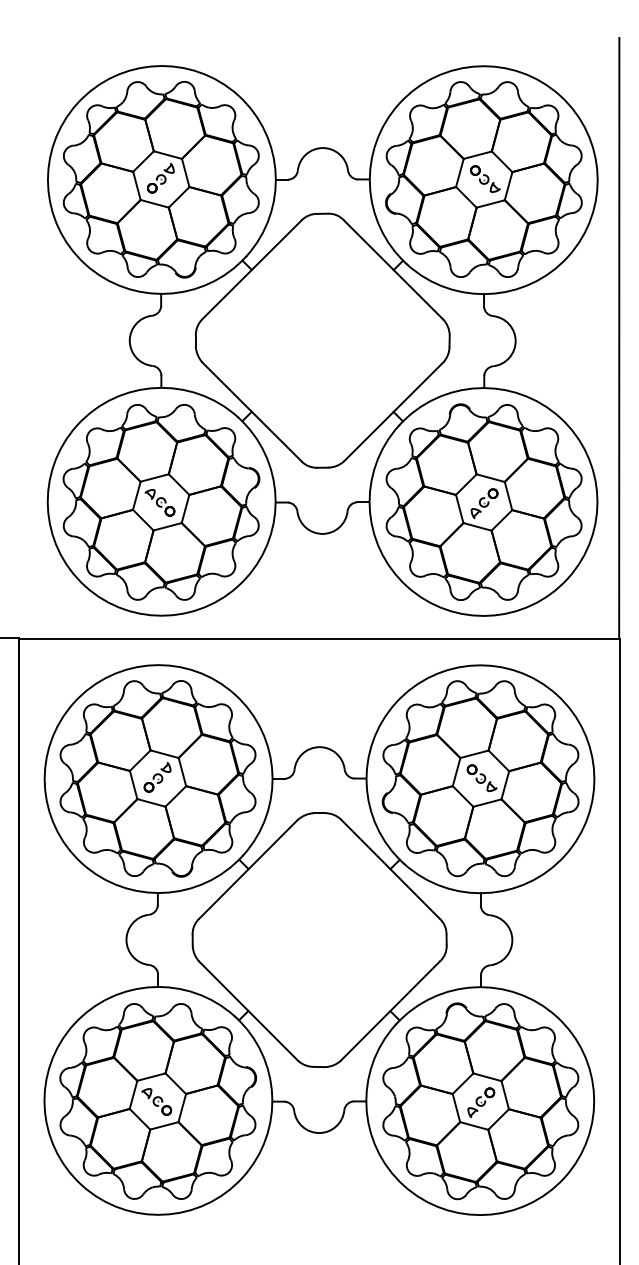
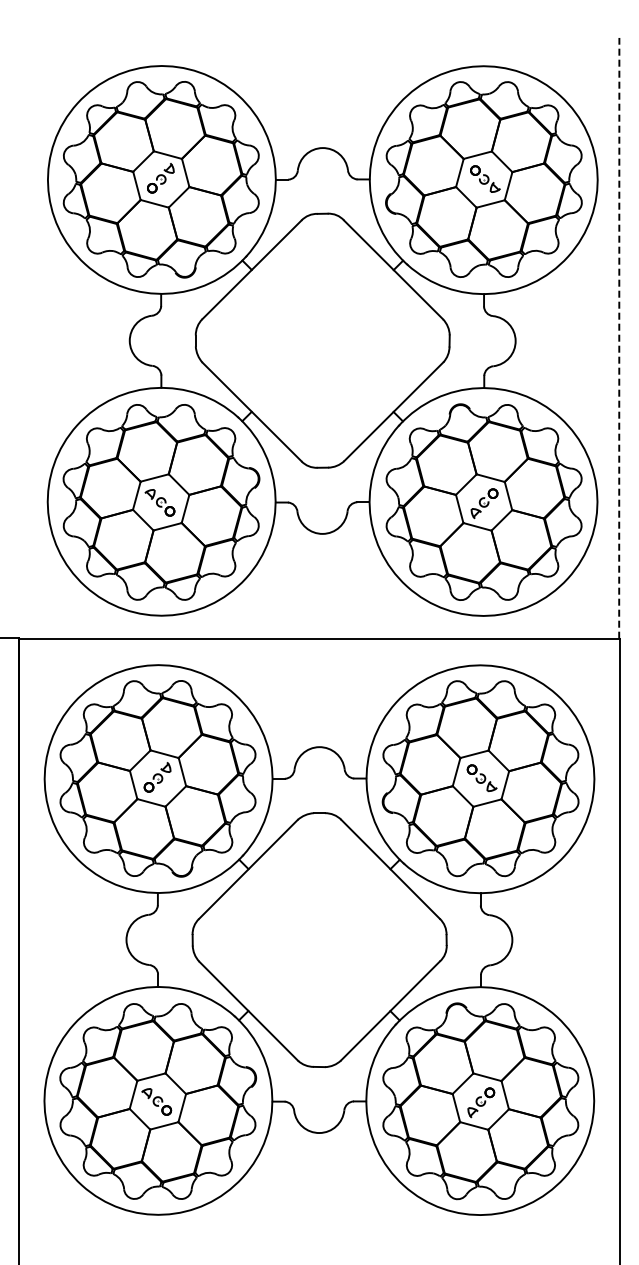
line at (619, 337): solid -> dashed
